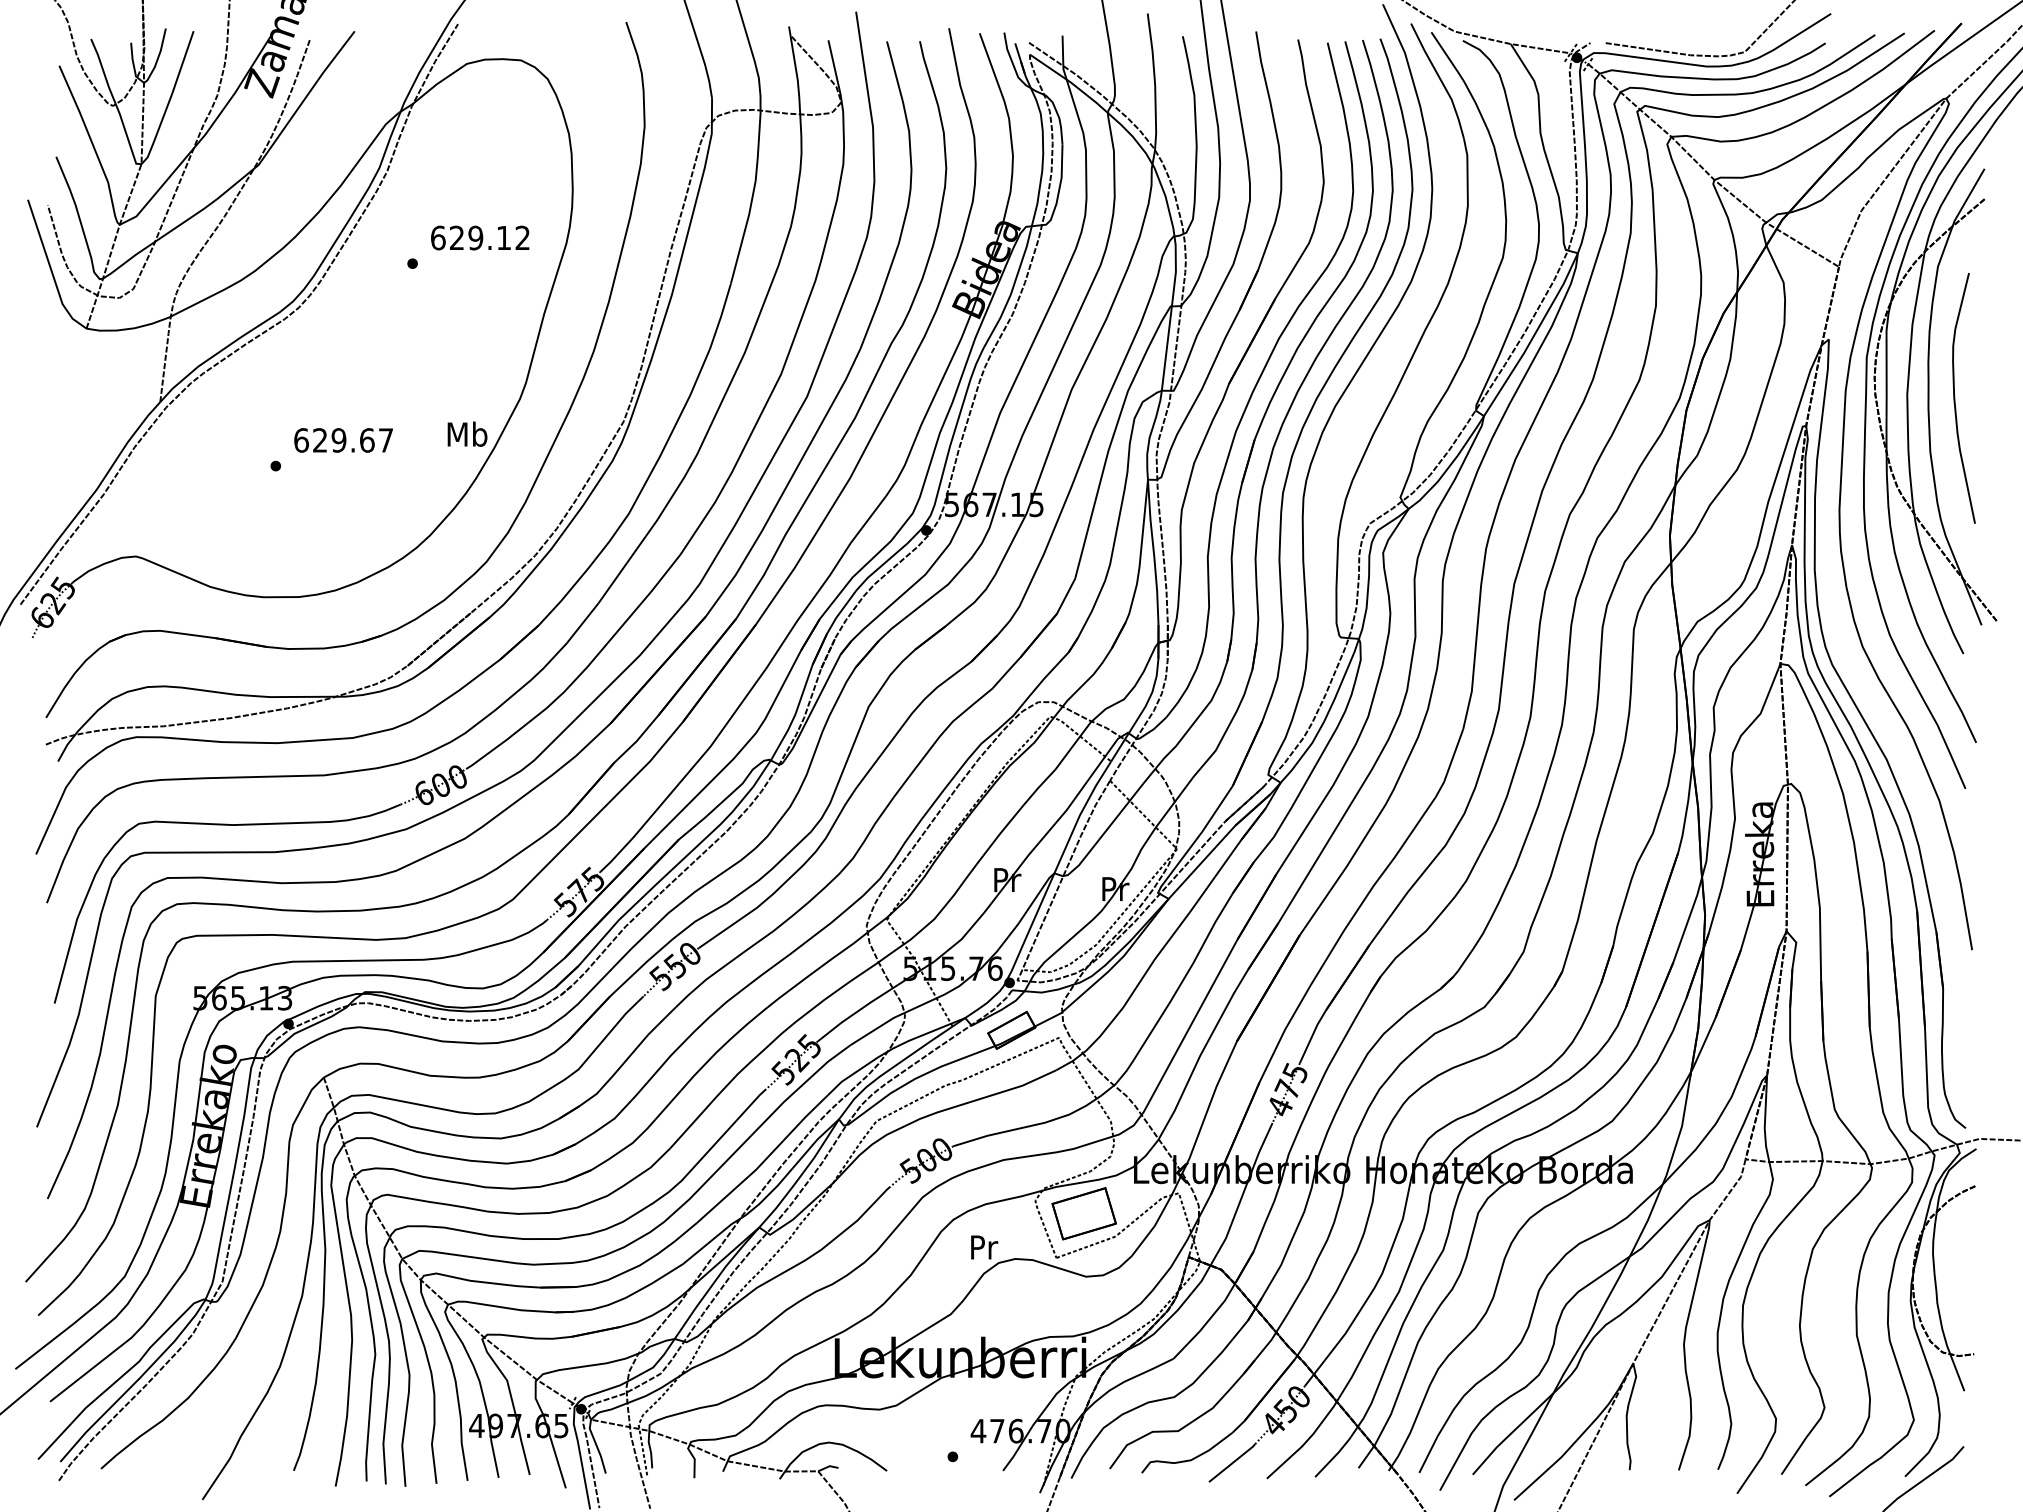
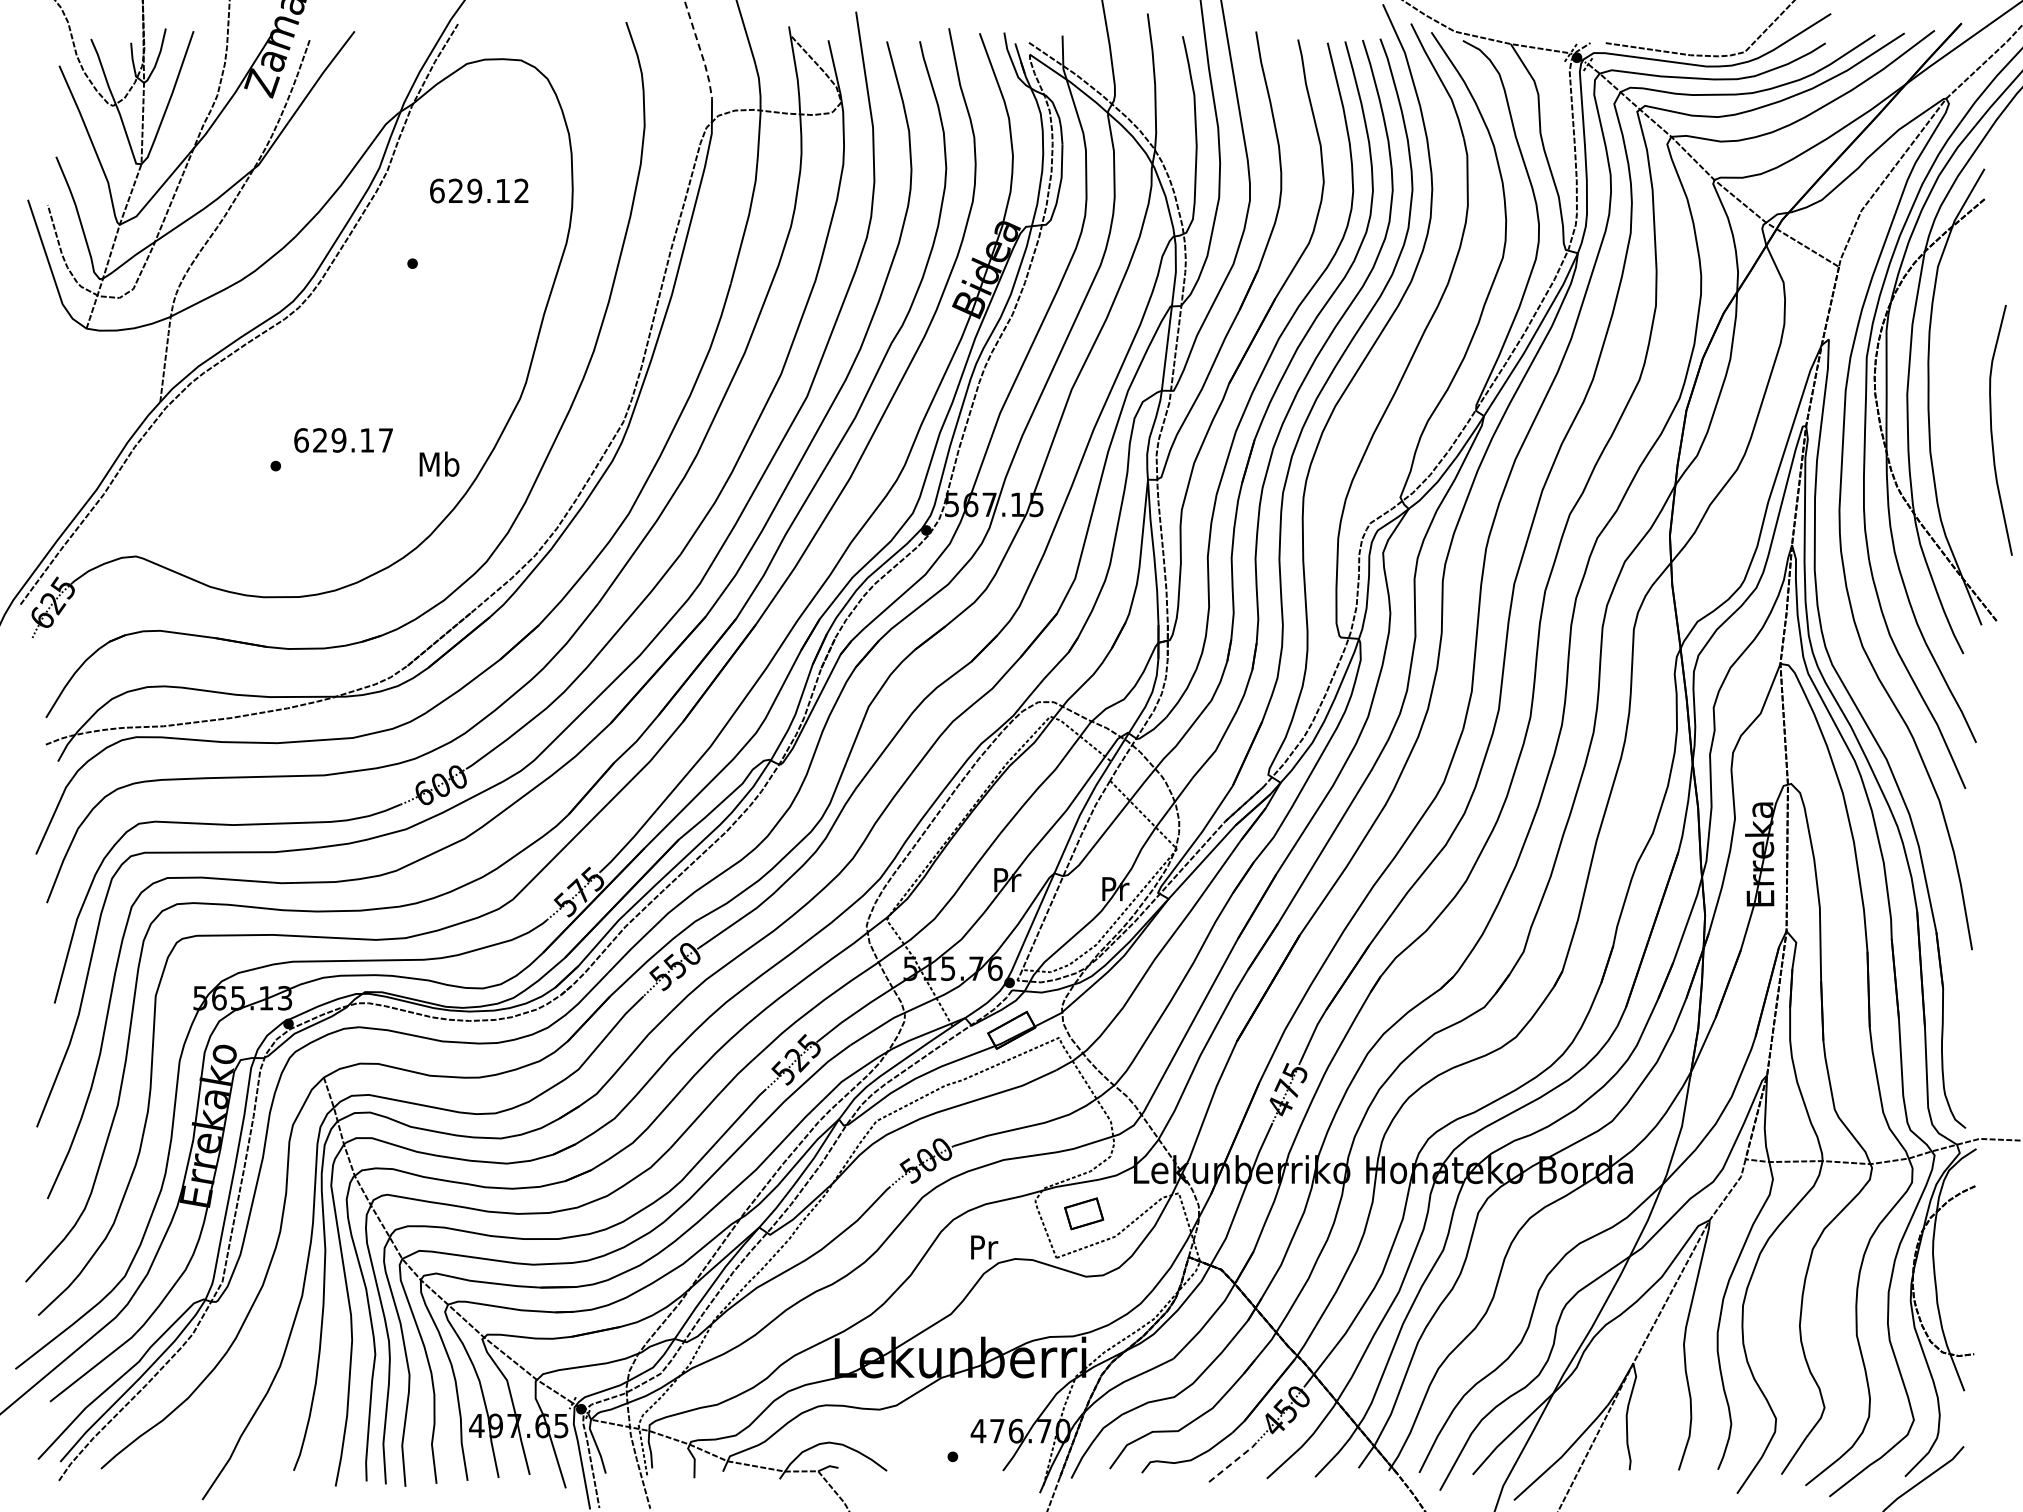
line at (700, 51): solid -> dashed
text at (480, 237) position: (480, 237) -> (479, 190)
curve at (1955, 398) position: (1955, 398) -> (1992, 430)
text at (467, 433) position: (467, 433) -> (439, 463)
text at (367, 440): 629.67 -> 629.17
part at (1083, 1213) size: 66x54 px -> 41x34 px
line at (1232, 1462): solid -> dashed
